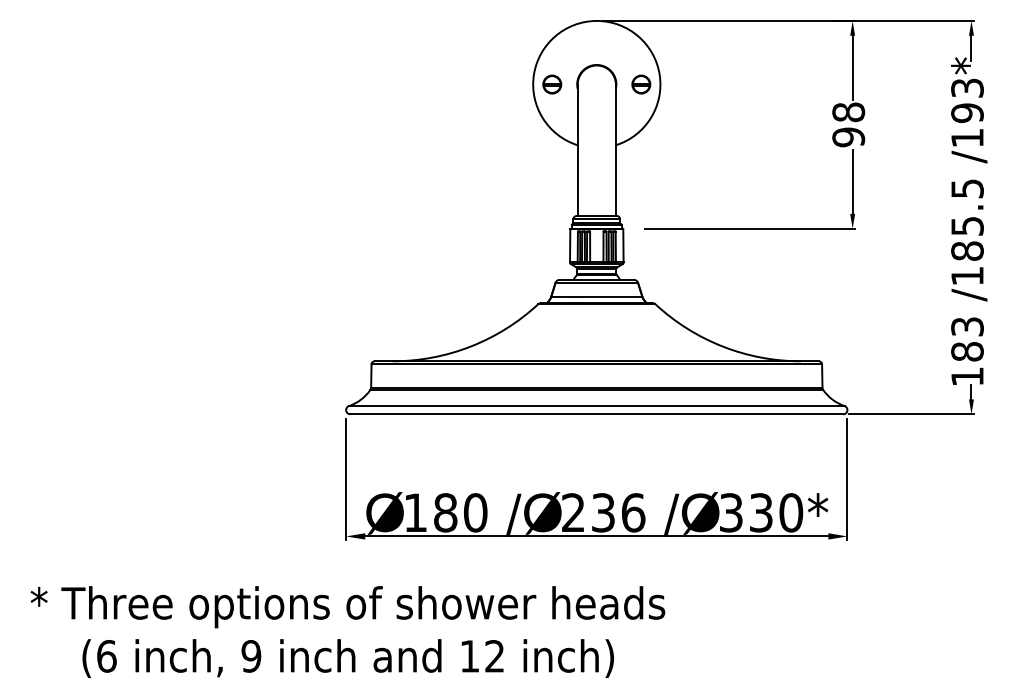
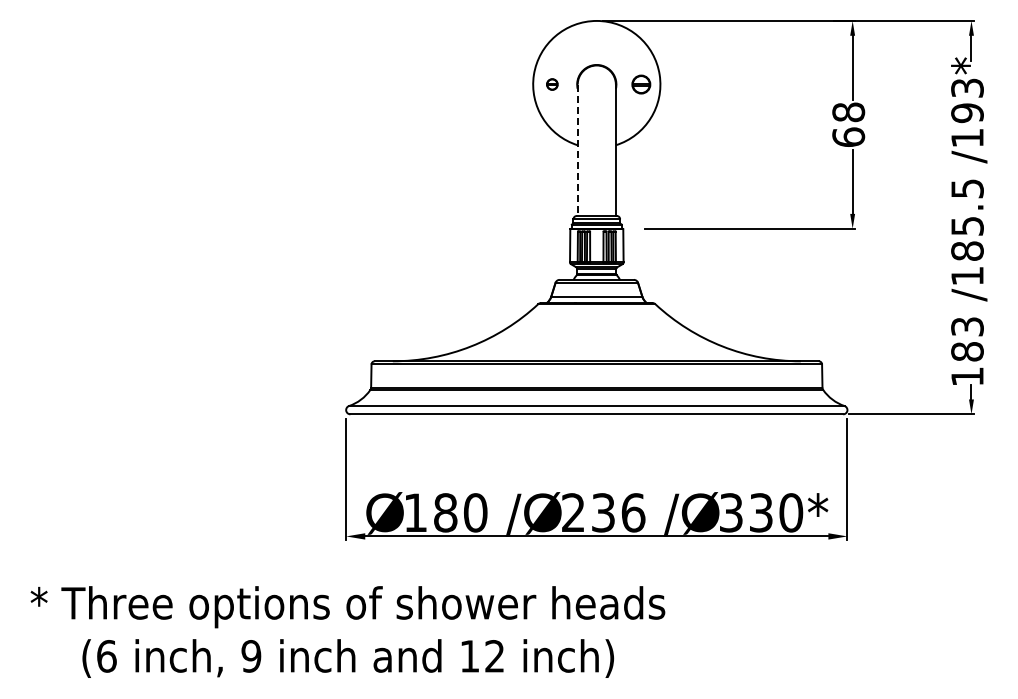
part at (552, 84) size: 21x21 px -> 13x13 px
text at (848, 137): 98 -> 68
line at (577, 150): solid -> dashed
